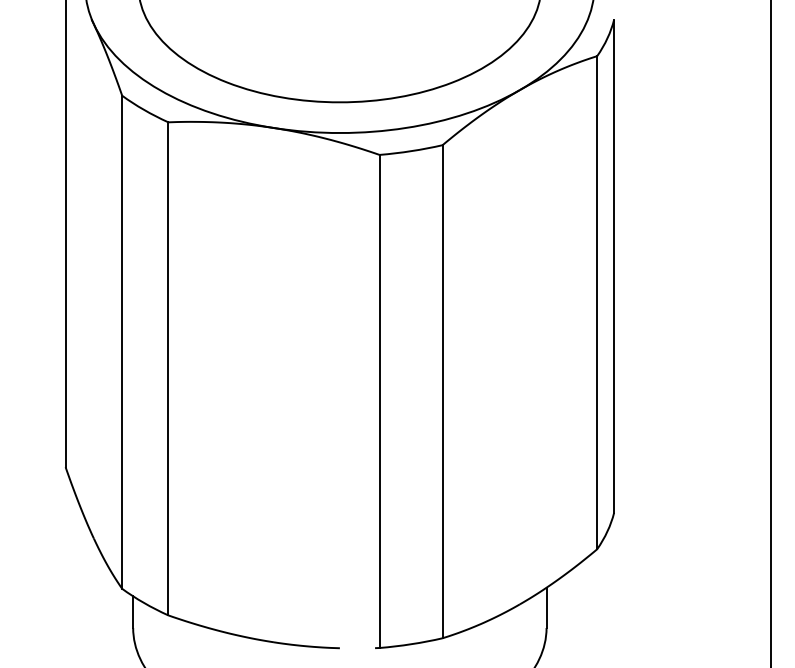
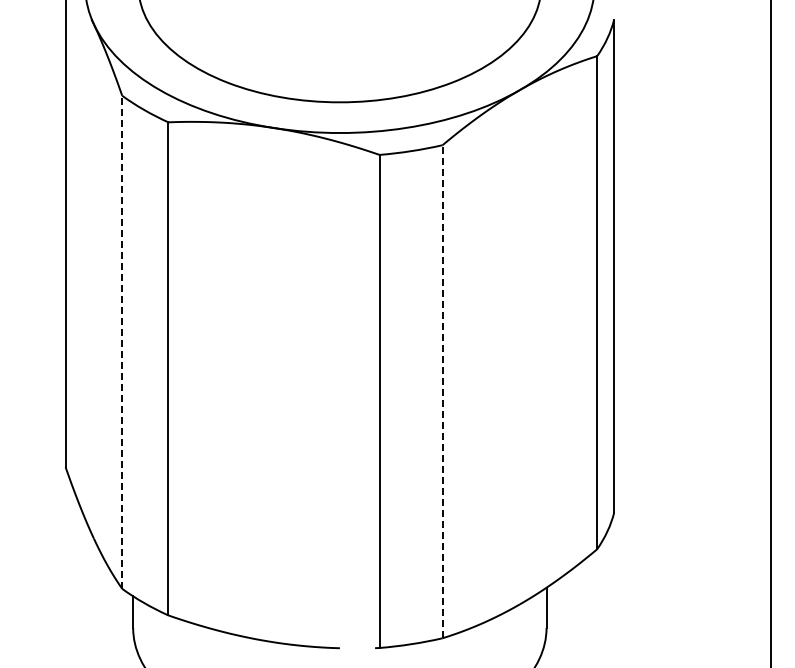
line at (122, 342): solid -> dashed
line at (442, 391): solid -> dashed
